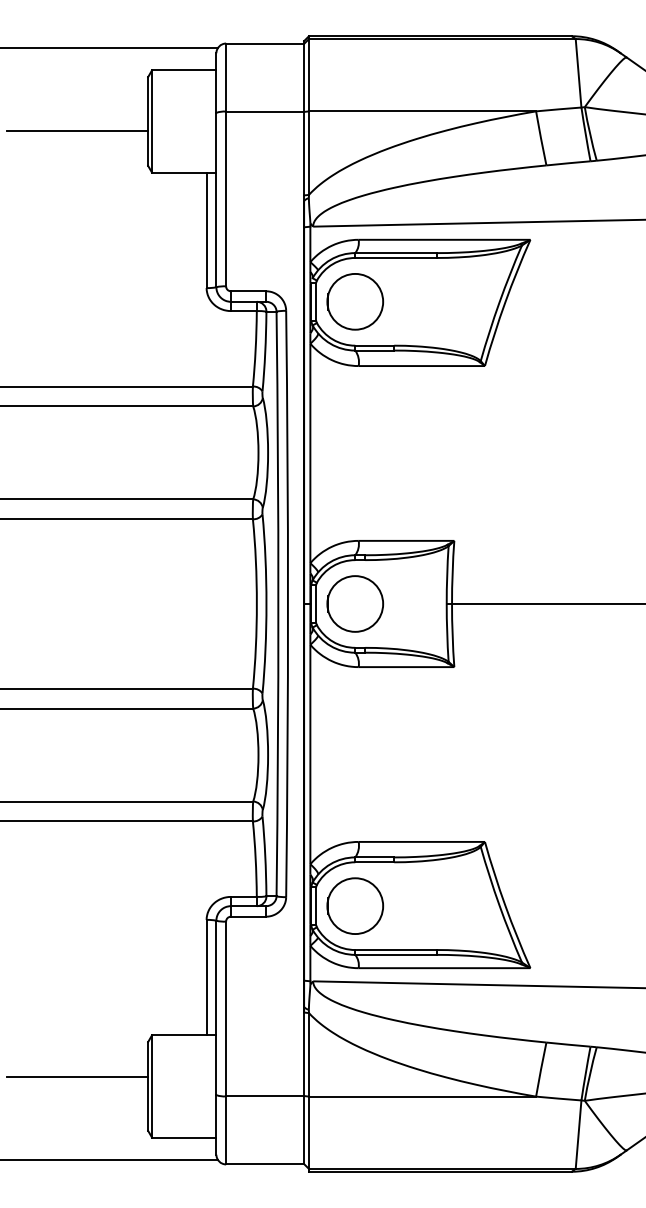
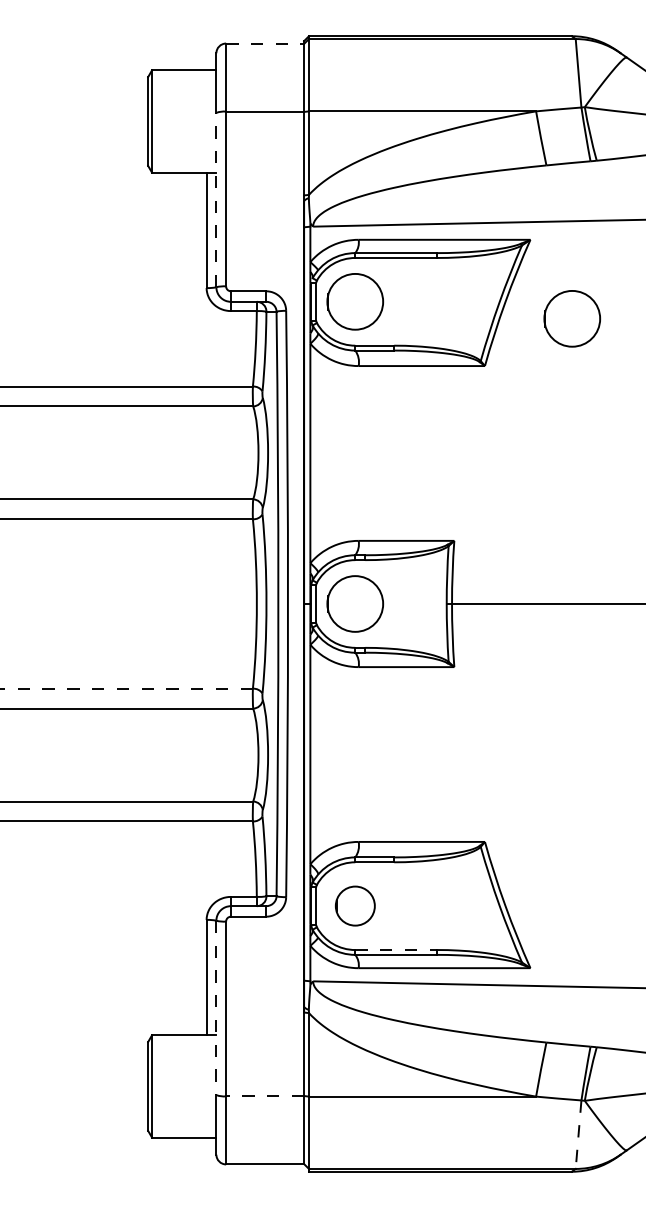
line at (265, 43): solid -> dashed
line at (109, 48): present -> none
line at (77, 131): present -> none
line at (216, 199): solid -> dashed
part at (572, 318): none -> present
line at (126, 688): solid -> dashed
part at (355, 905) size: 59x58 px -> 41x42 px
line at (396, 950): solid -> dashed
line at (216, 1008): solid -> dashed
line at (77, 1076): present -> none
line at (265, 1096): solid -> dashed
line at (578, 1135): solid -> dashed
line at (109, 1159): present -> none
